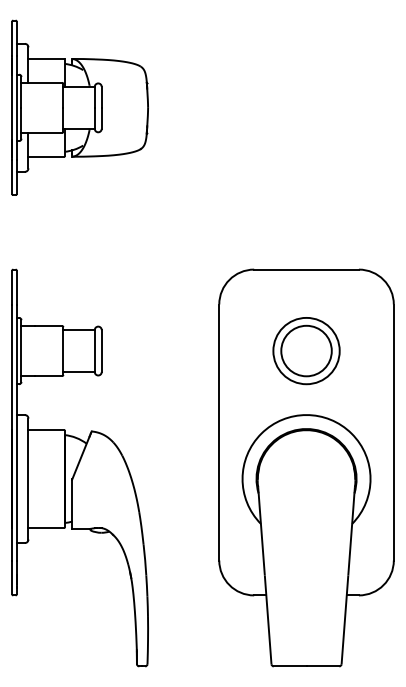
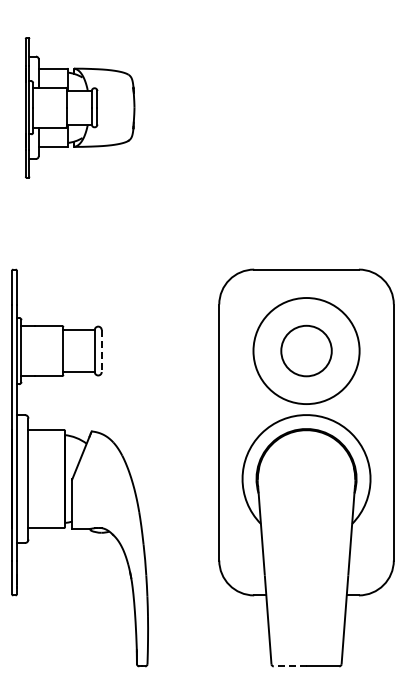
part at (79, 107) size: 138x177 px -> 112x142 px
circle at (306, 350) diameter: 66 px -> 106 px
line at (101, 351): solid -> dashed
line at (289, 666): solid -> dashed
